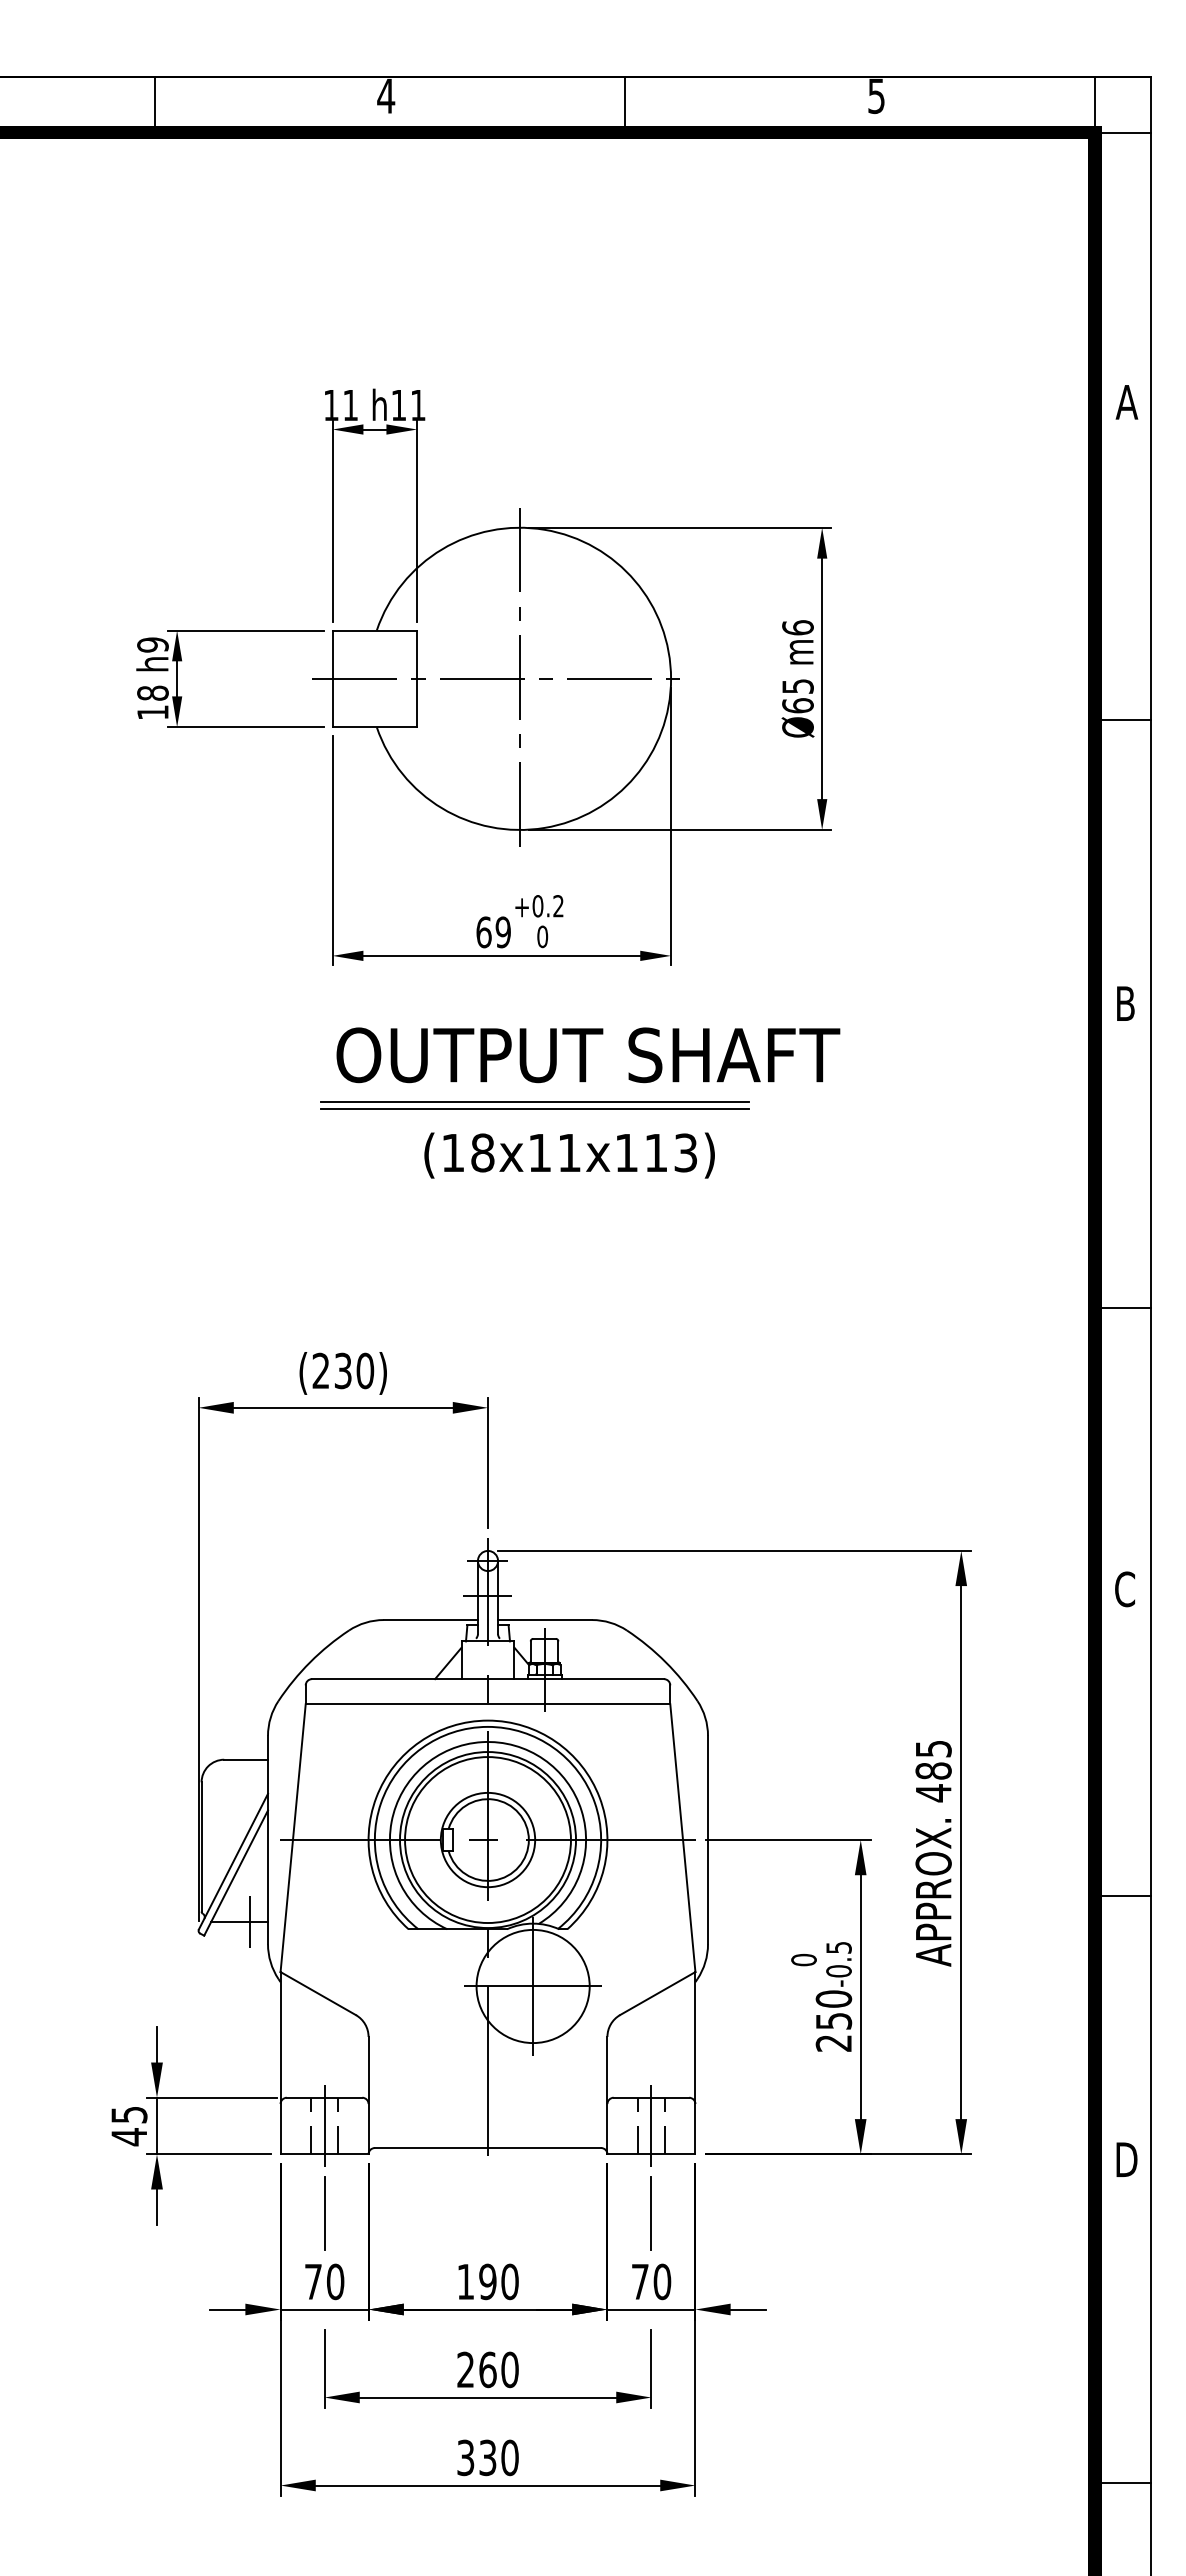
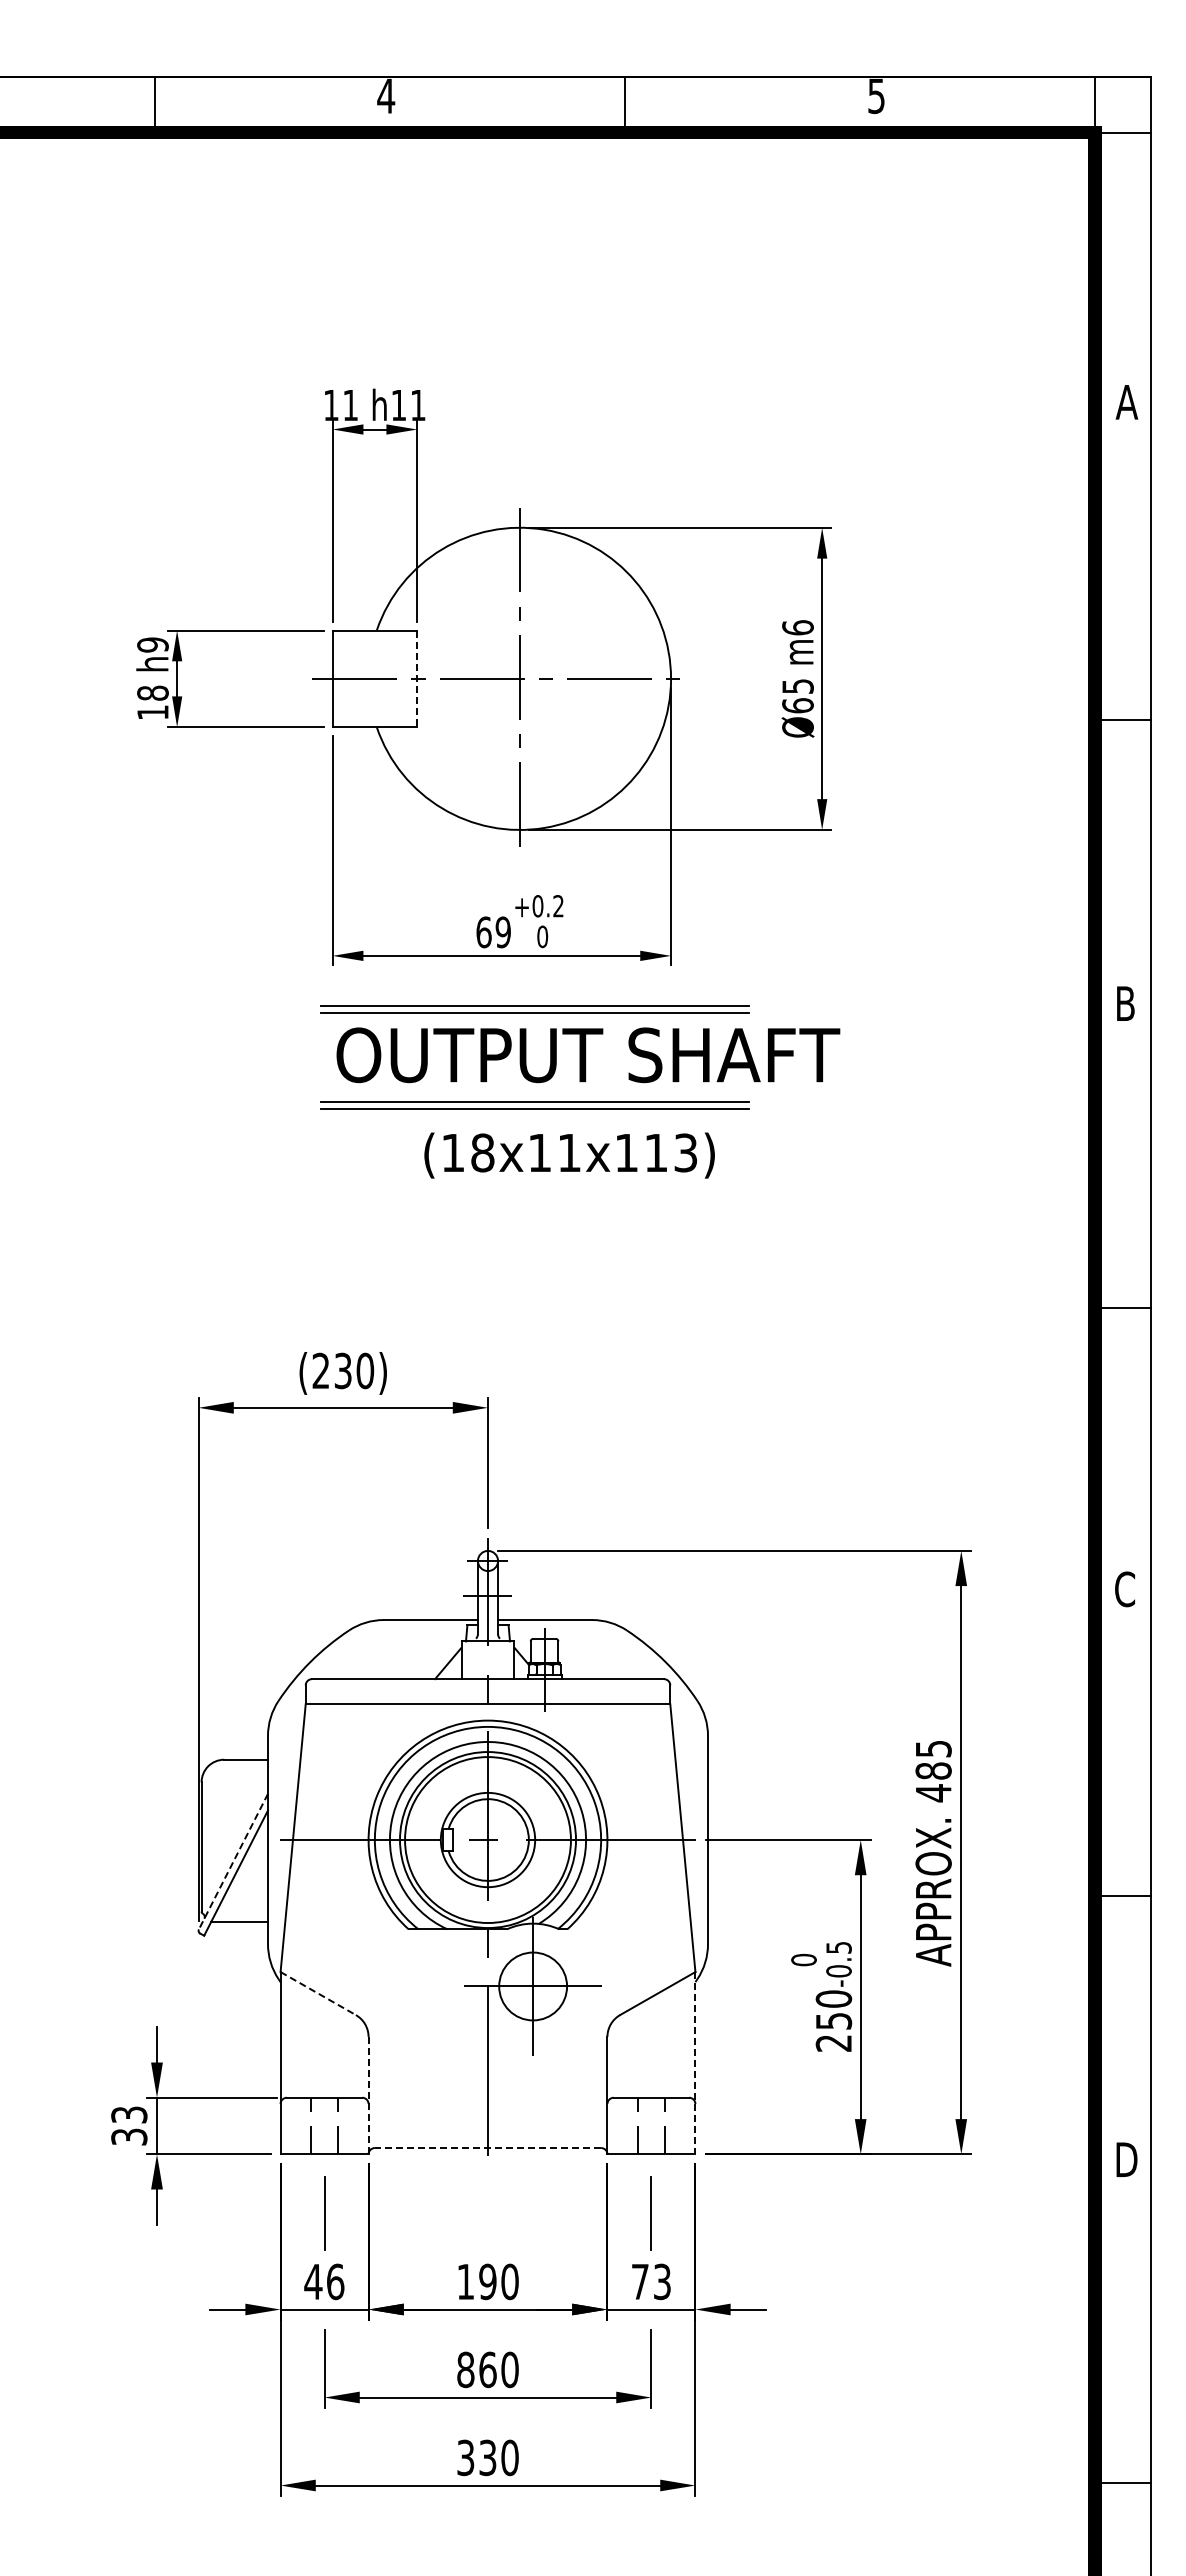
line at (417, 679): solid -> dashed
part at (534, 1009): none -> present
line at (233, 1862): solid -> dashed
line at (250, 1921): present -> none
circle at (532, 1986) diameter: 113 px -> 68 px
line at (318, 1993): solid -> dashed
line at (695, 2063): solid -> dashed
line at (368, 2095): solid -> dashed
line at (324, 2125): present -> none
line at (651, 2125): present -> none
text at (129, 2126): 45 -> 33
line at (487, 2148): solid -> dashed
text at (324, 2281): 70 -> 46
text at (662, 2281): 70 -> 73
text at (465, 2369): 260 -> 860
